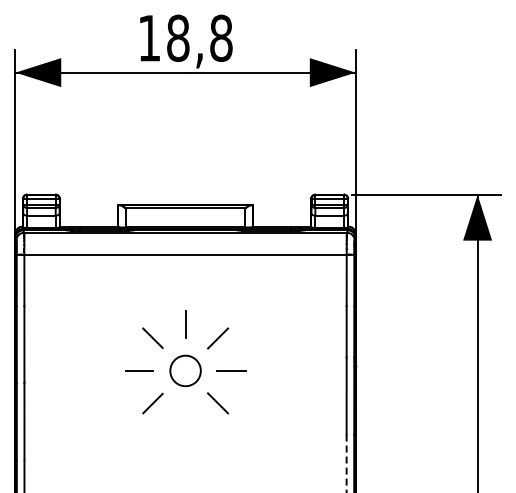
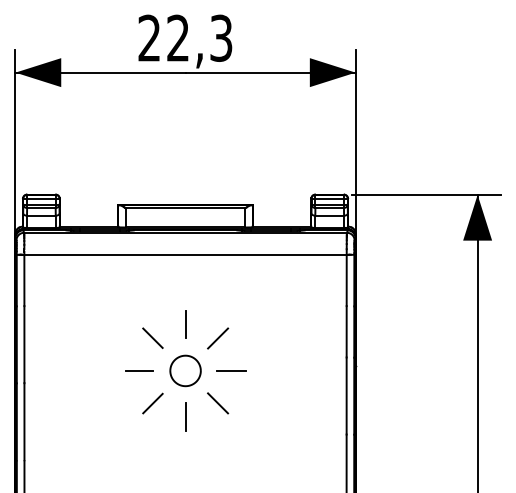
text at (185, 37): 18,8 -> 22,3
line at (185, 416): none -> present
line at (346, 464): dashed -> solid
